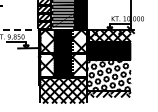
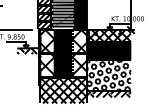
line at (16, 30): dashed -> solid
hatch at (27, 51): none -> present
